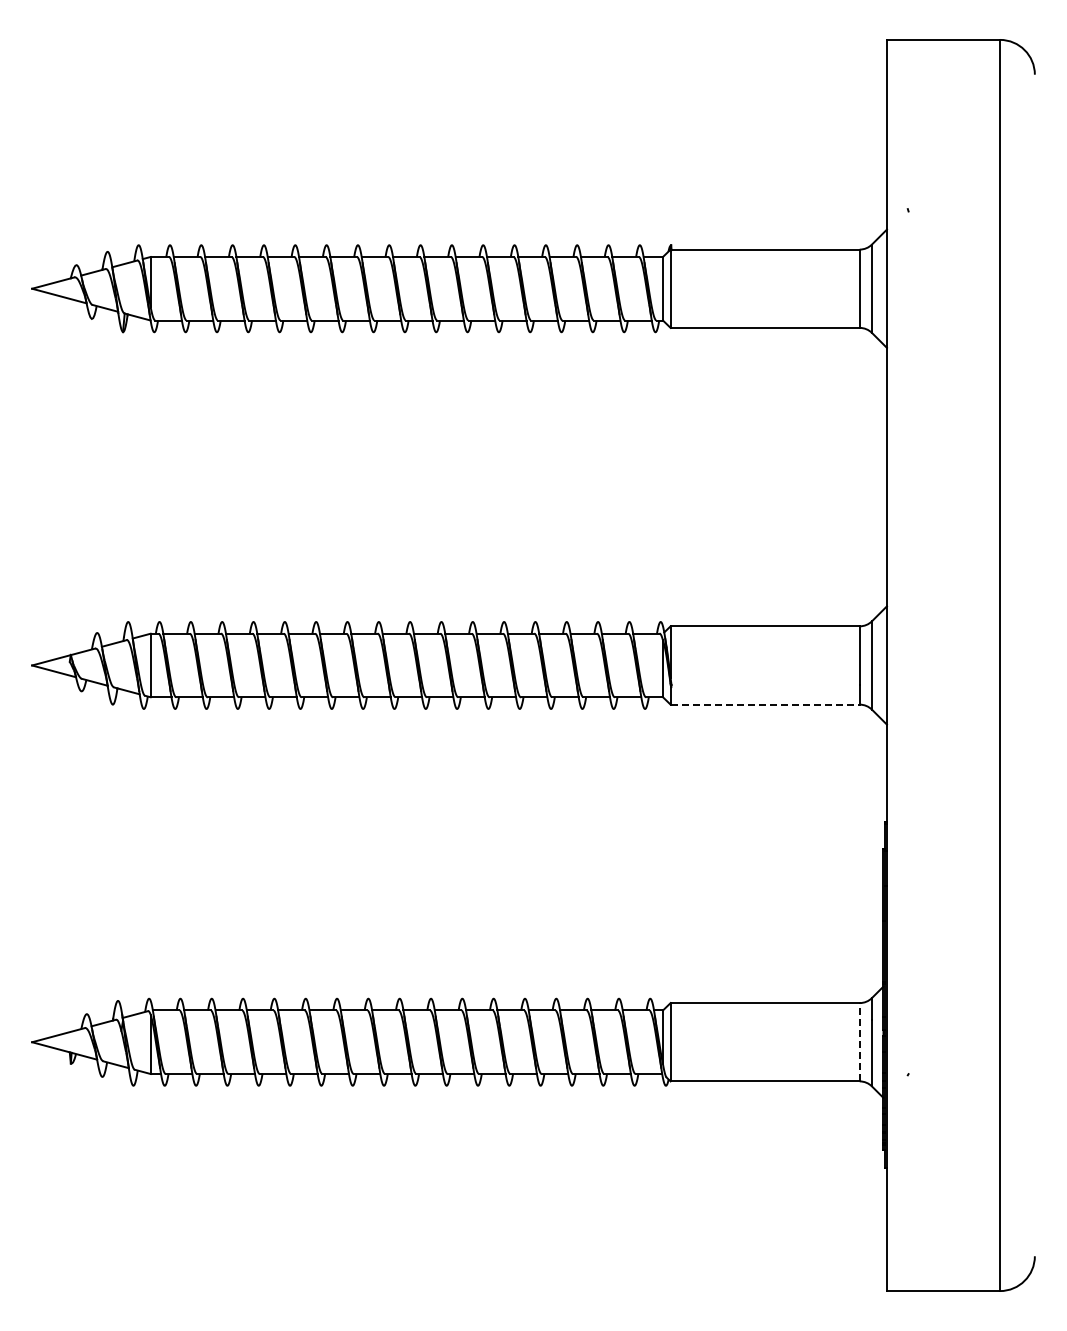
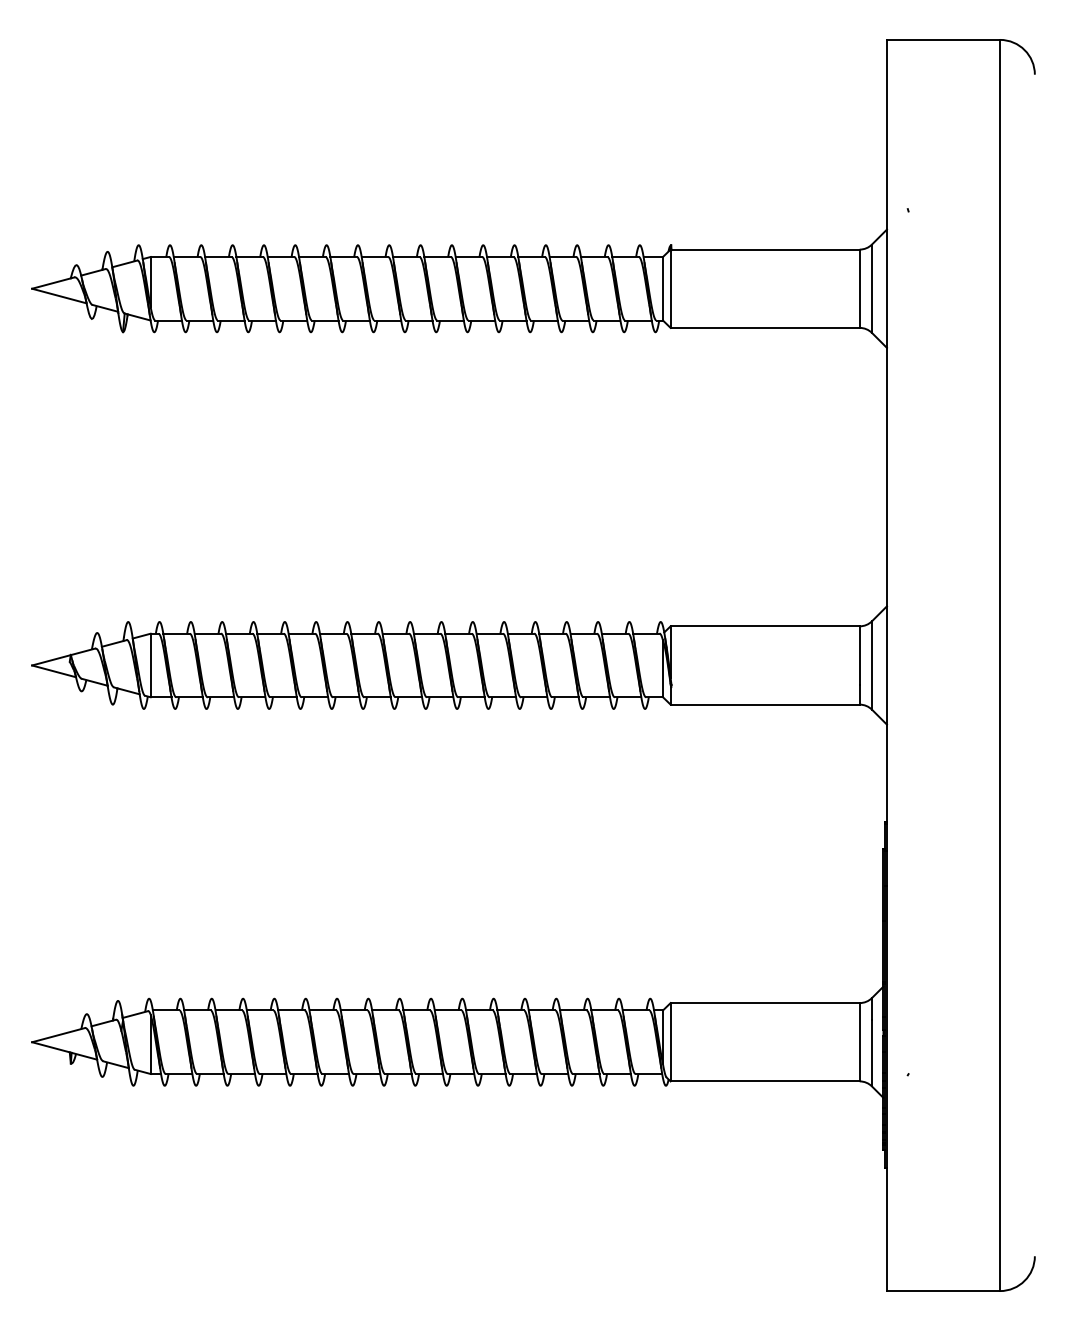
line at (765, 704): dashed -> solid
line at (859, 1041): dashed -> solid
